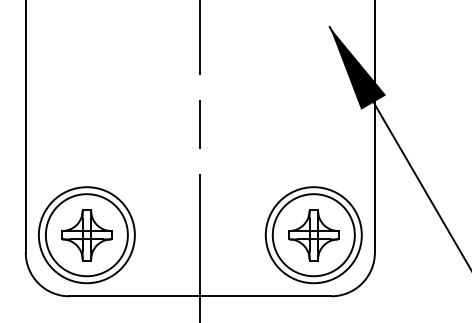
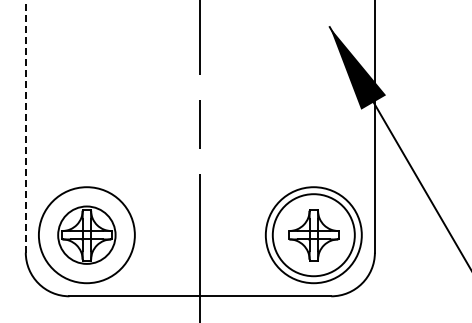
line at (25, 126): solid -> dashed
circle at (86, 235) diameter: 82 px -> 57 px
